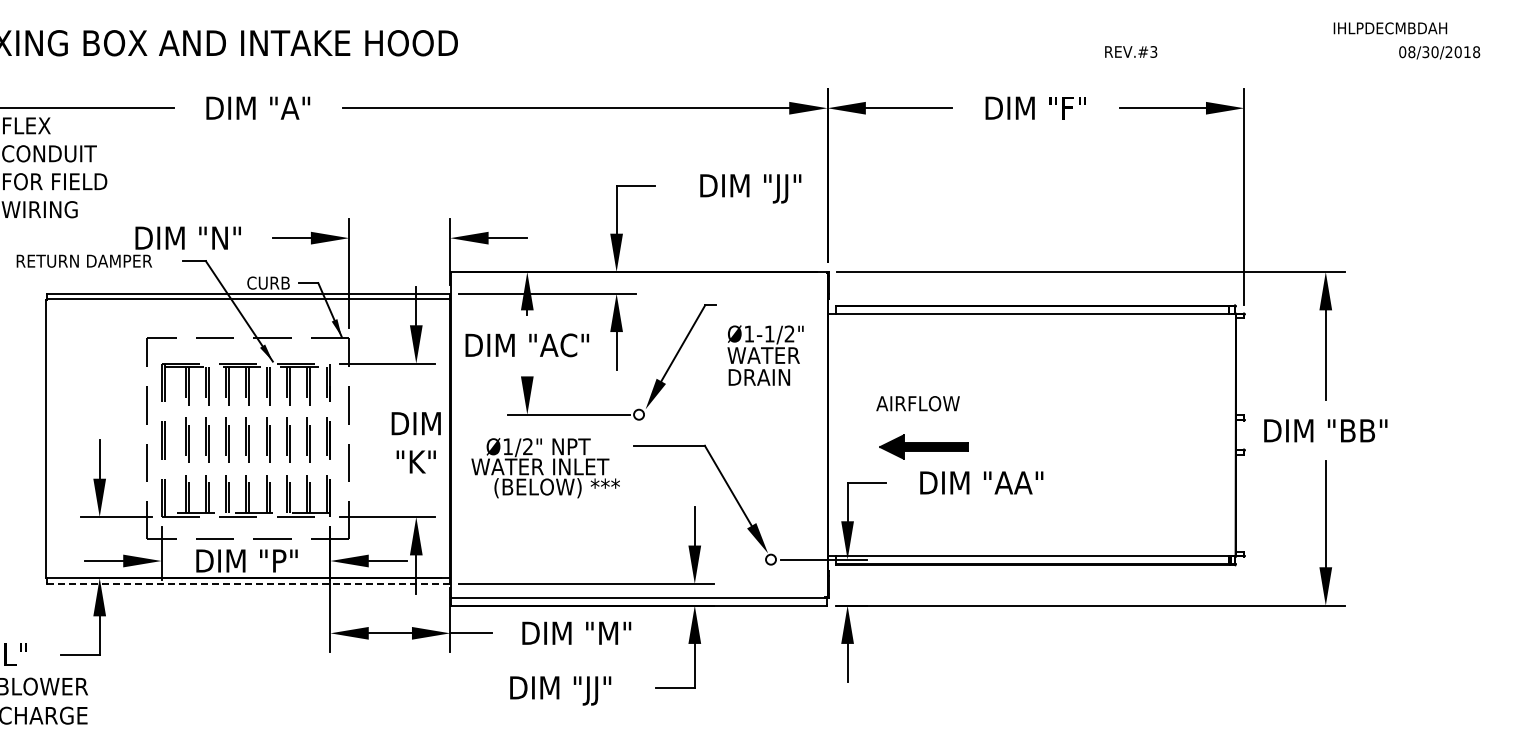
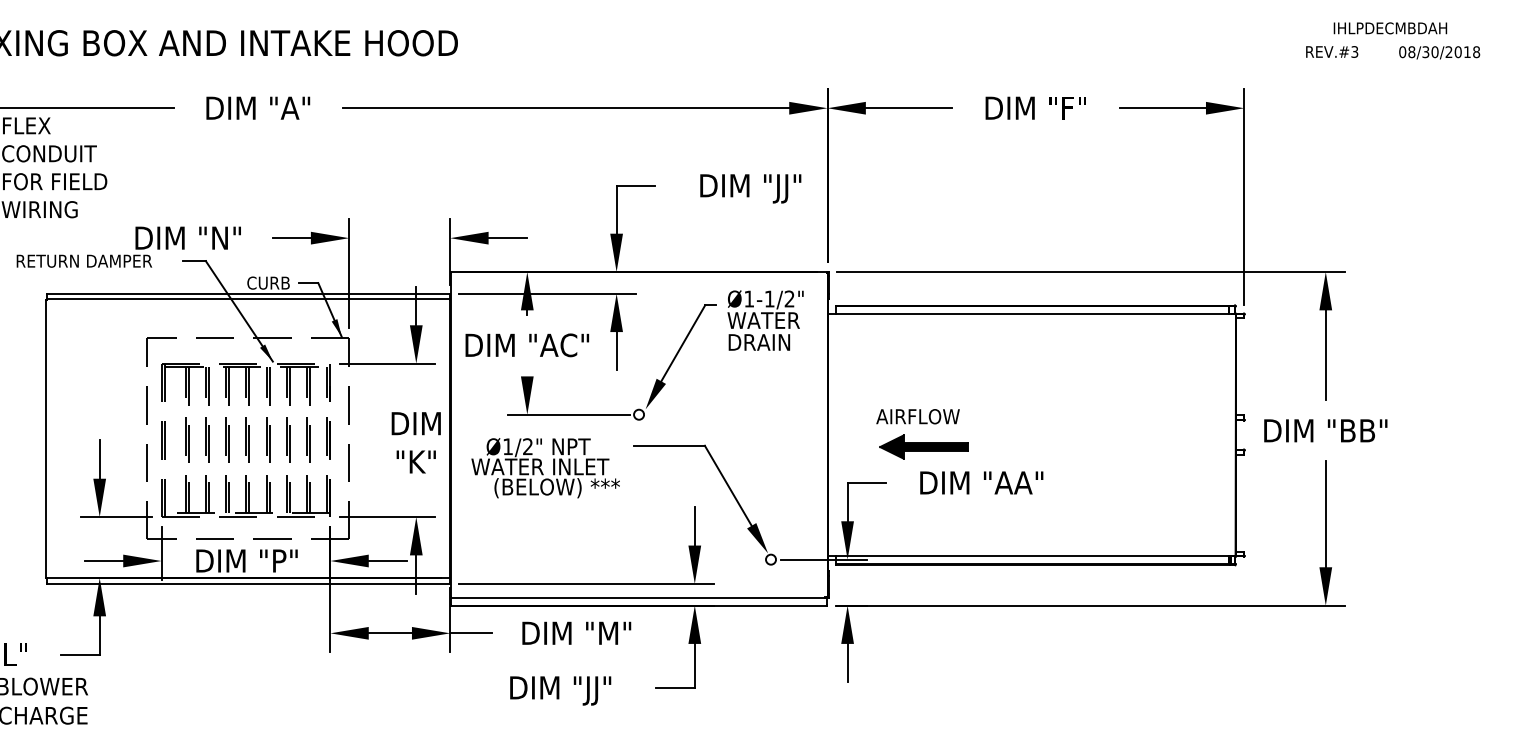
text at (1131, 51) position: (1131, 51) -> (1332, 51)
text at (765, 355) position: (765, 355) -> (765, 320)
text at (917, 403) position: (917, 403) -> (917, 416)
line at (248, 583): dashed -> solid
